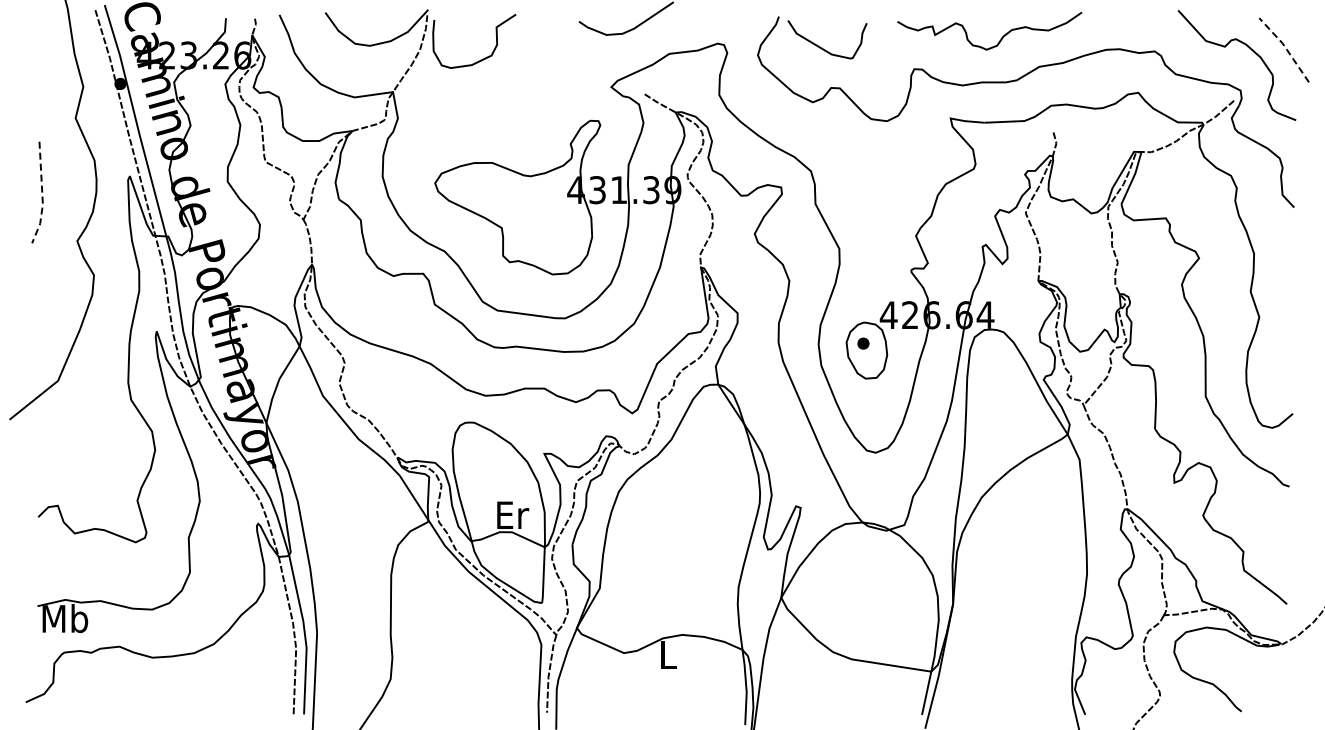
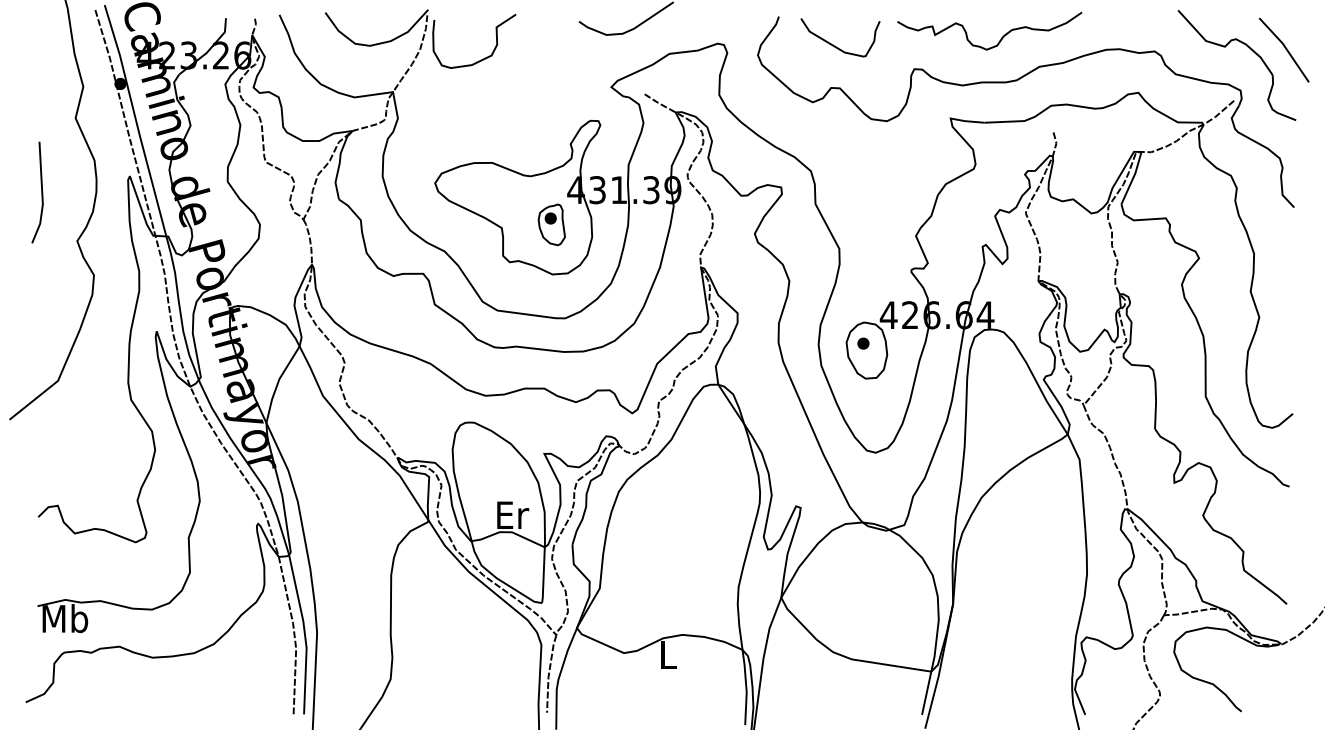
curve at (822, 47) position: (822, 47) -> (835, 45)
line at (1285, 48): dashed -> solid
line at (42, 195): dashed -> solid
part at (551, 224): none -> present
